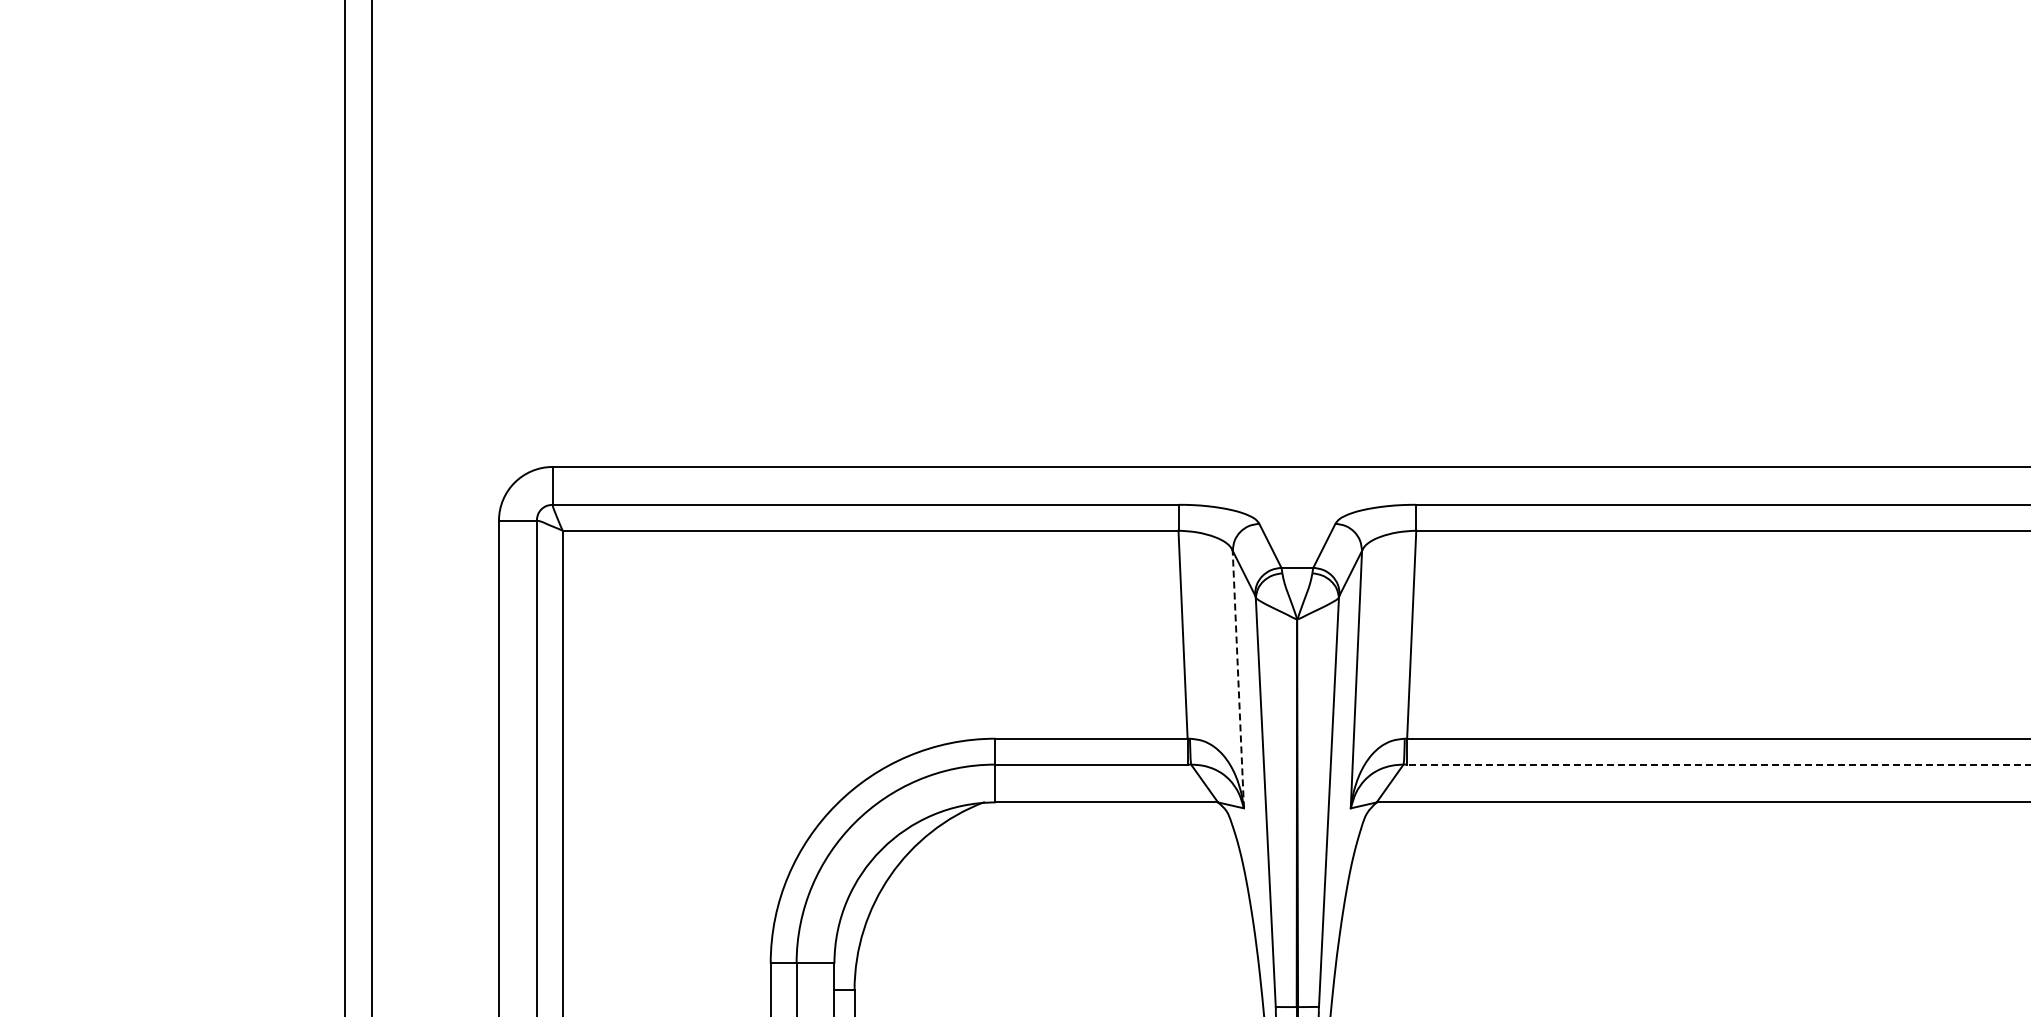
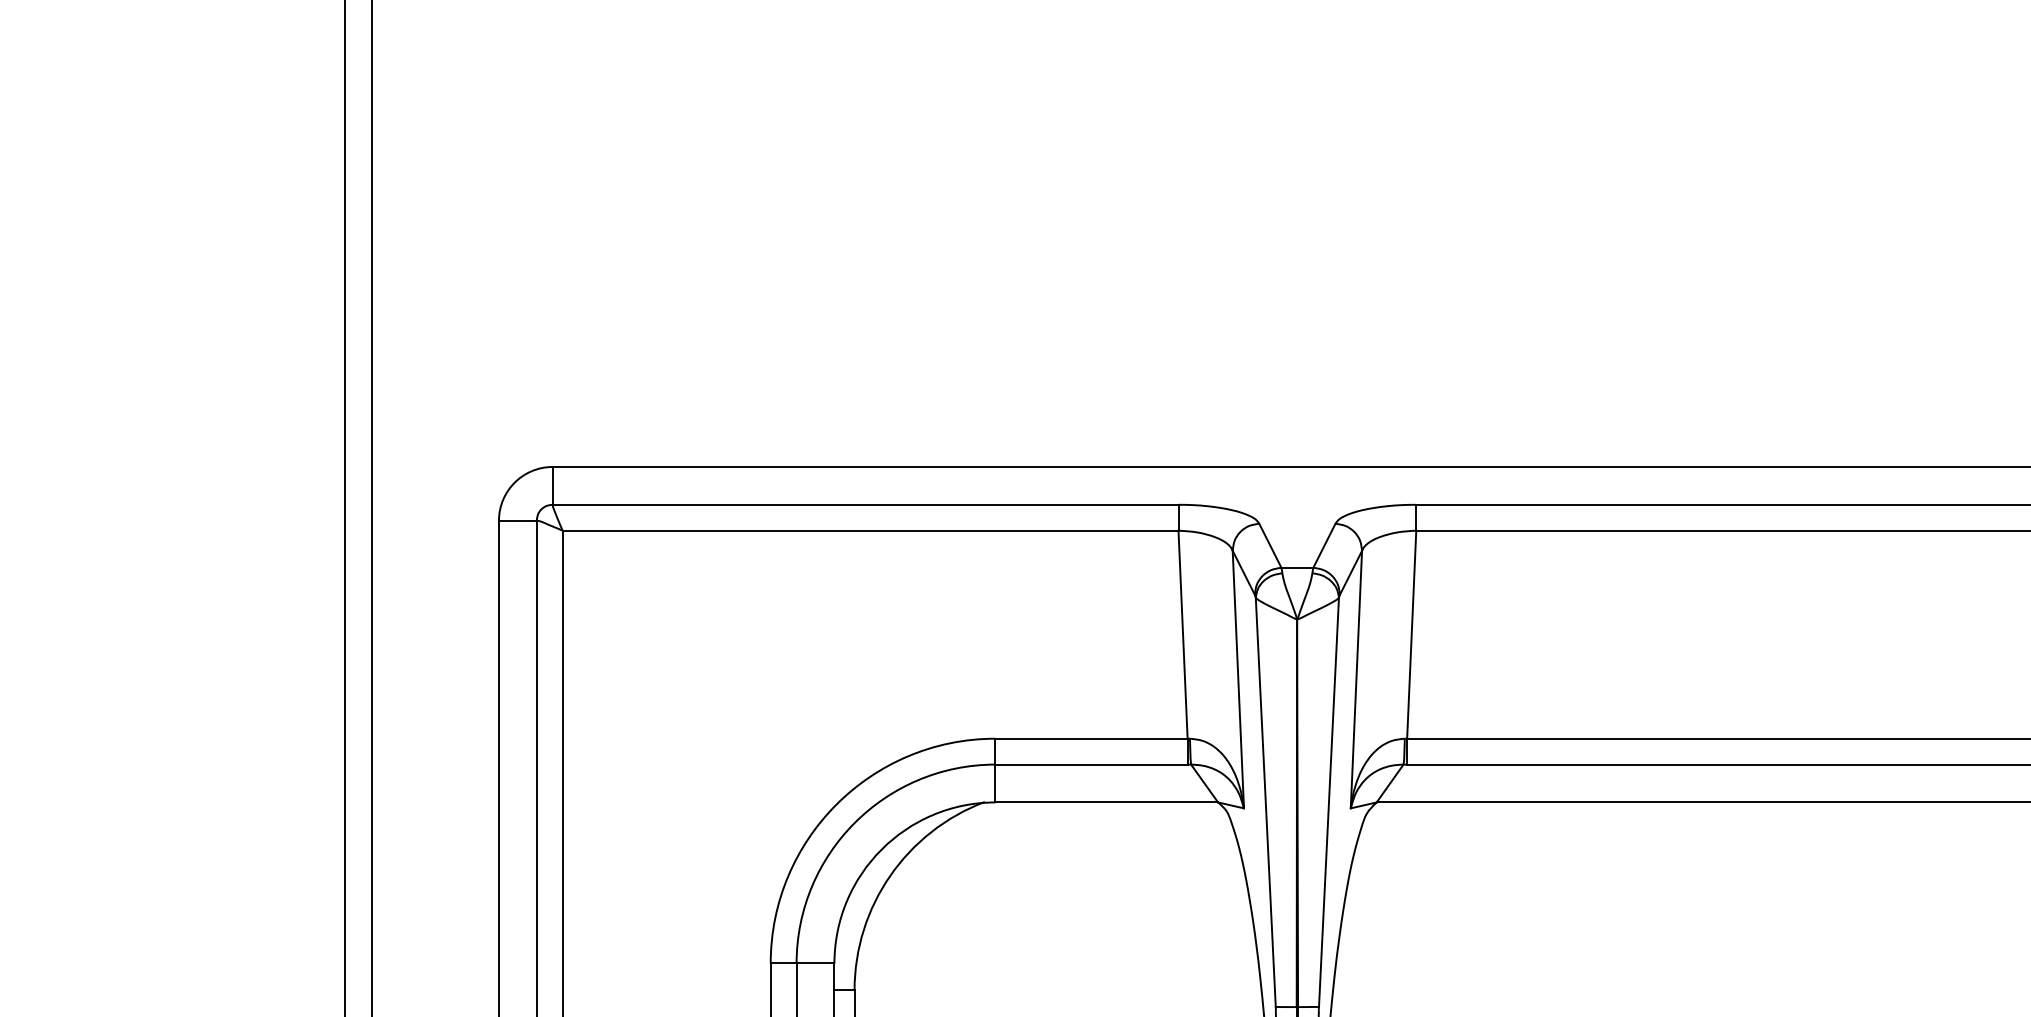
line at (1238, 679): dashed -> solid
line at (1718, 764): dashed -> solid
